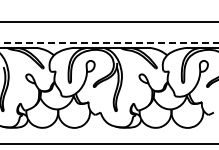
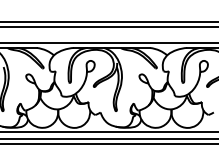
line at (108, 27): none -> present
line at (109, 43): dashed -> solid
line at (108, 132): none -> present
line at (108, 139): none -> present
